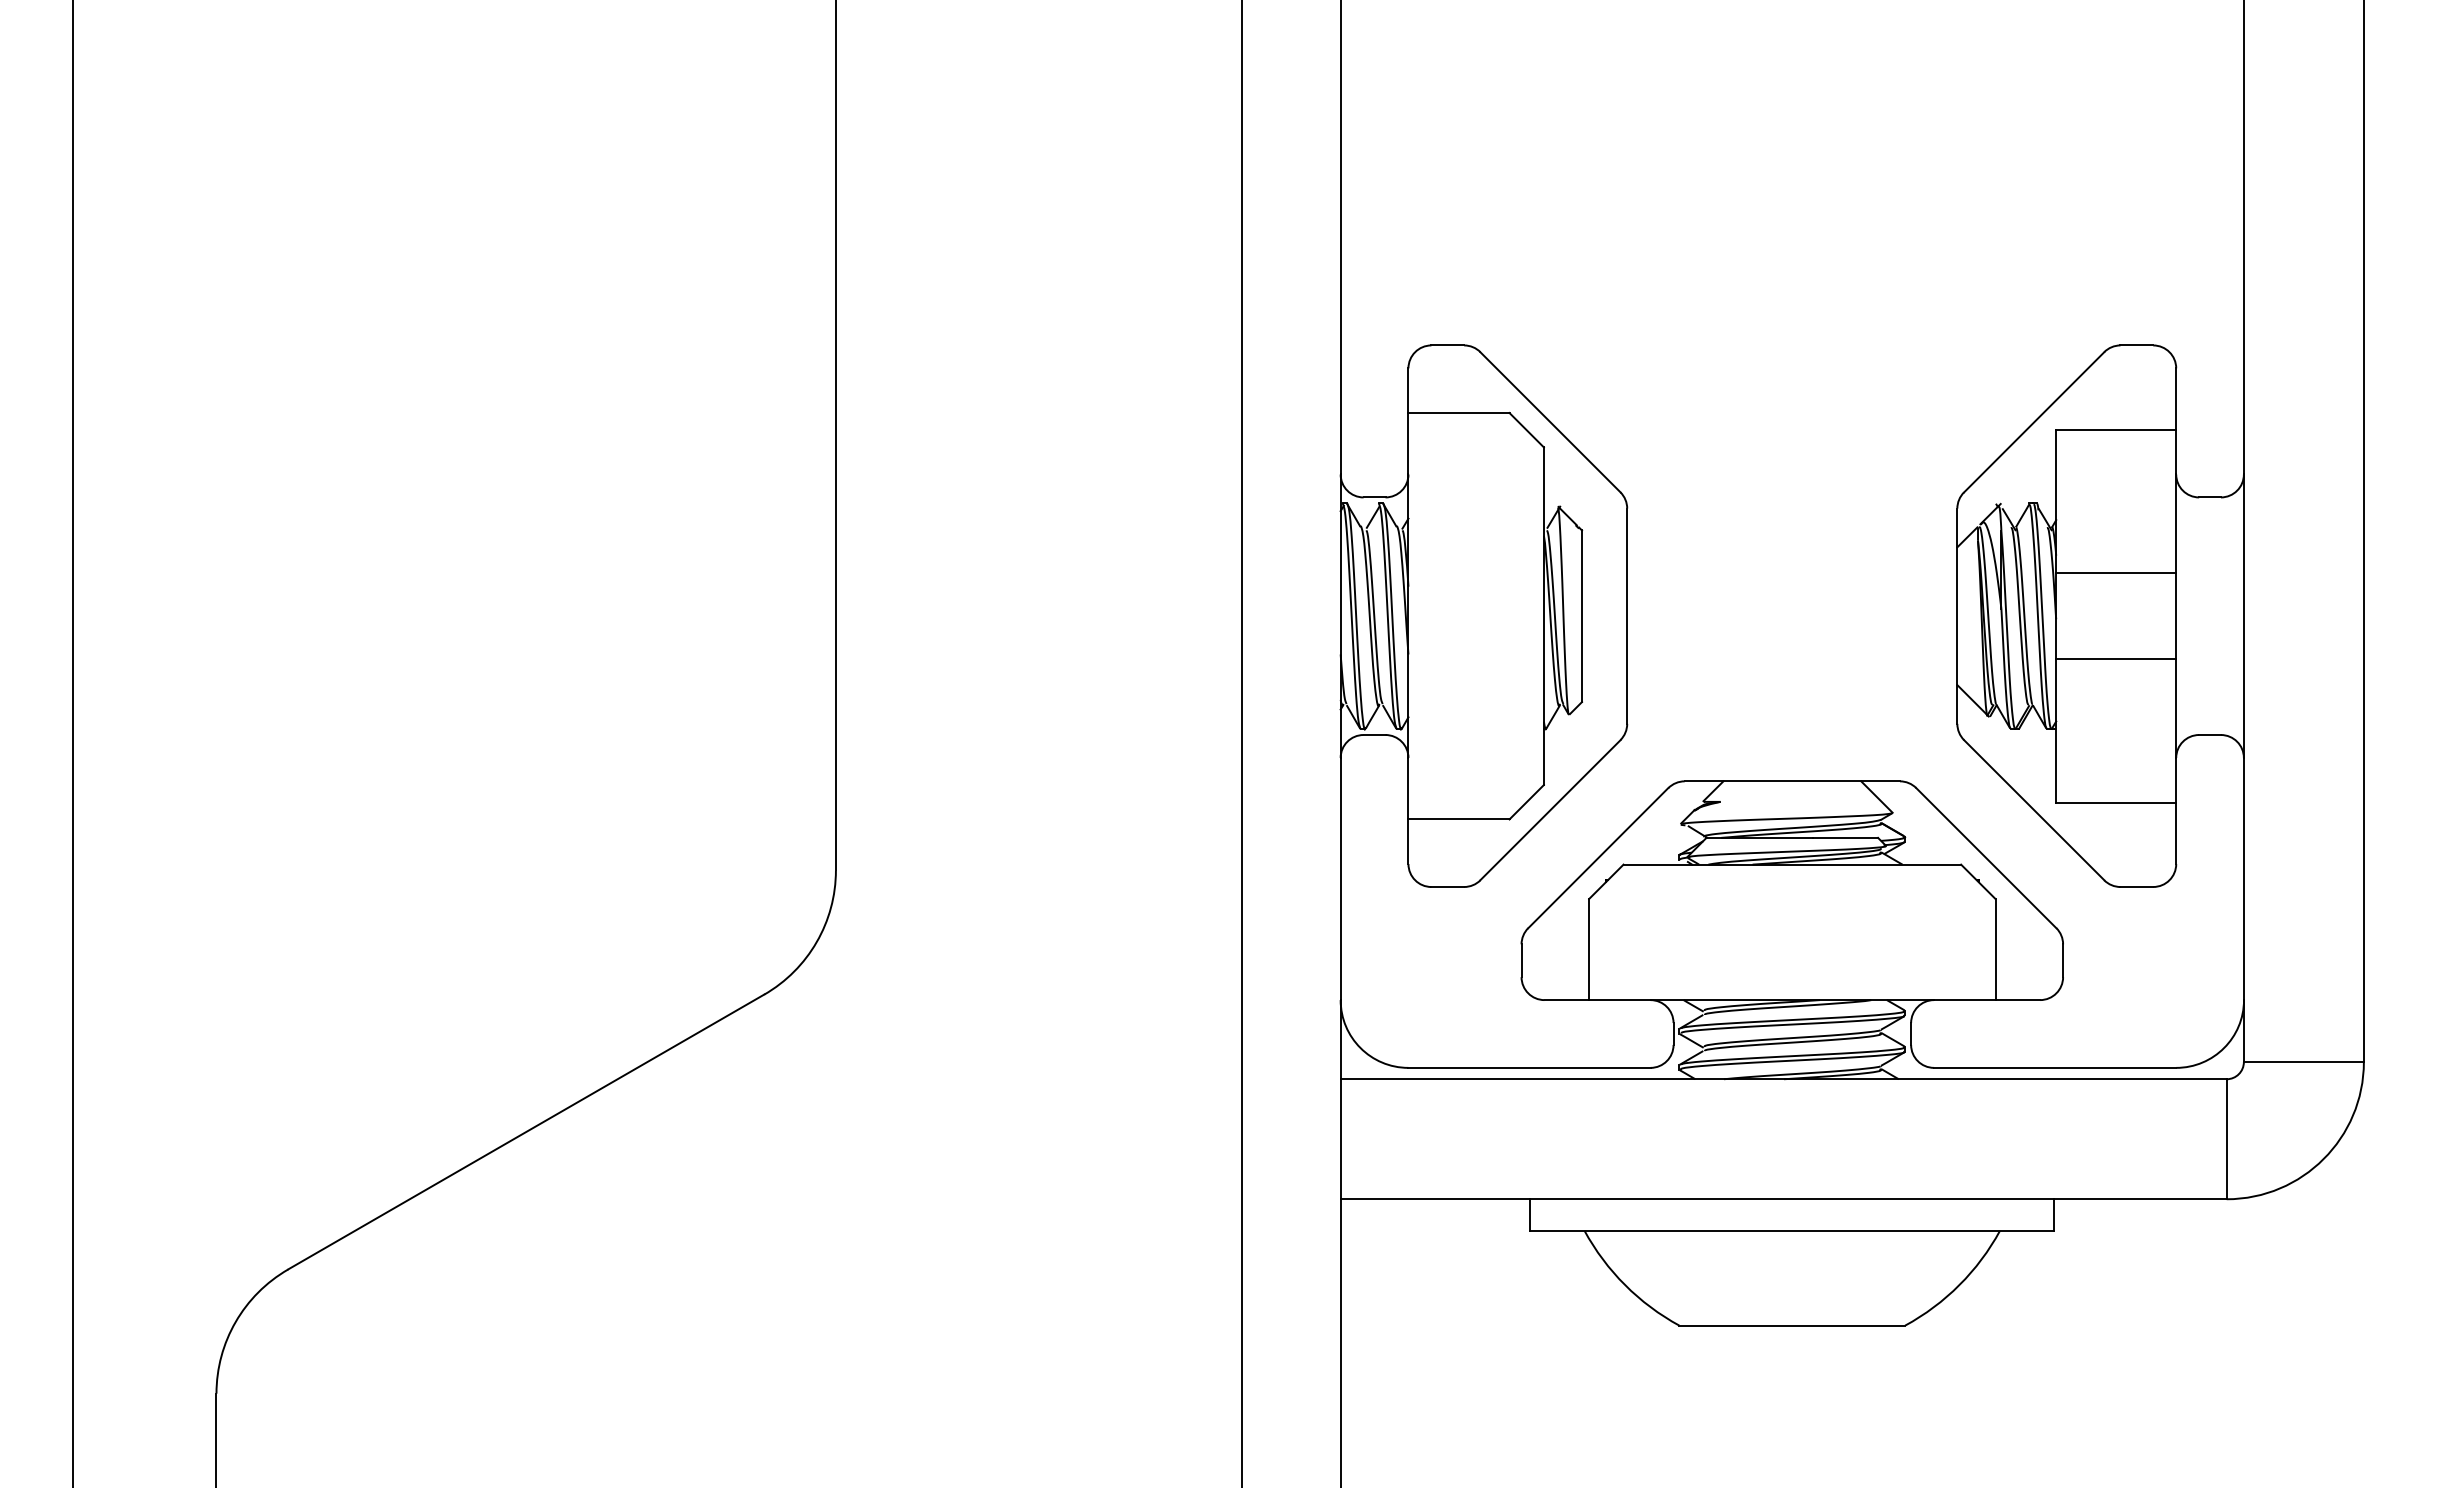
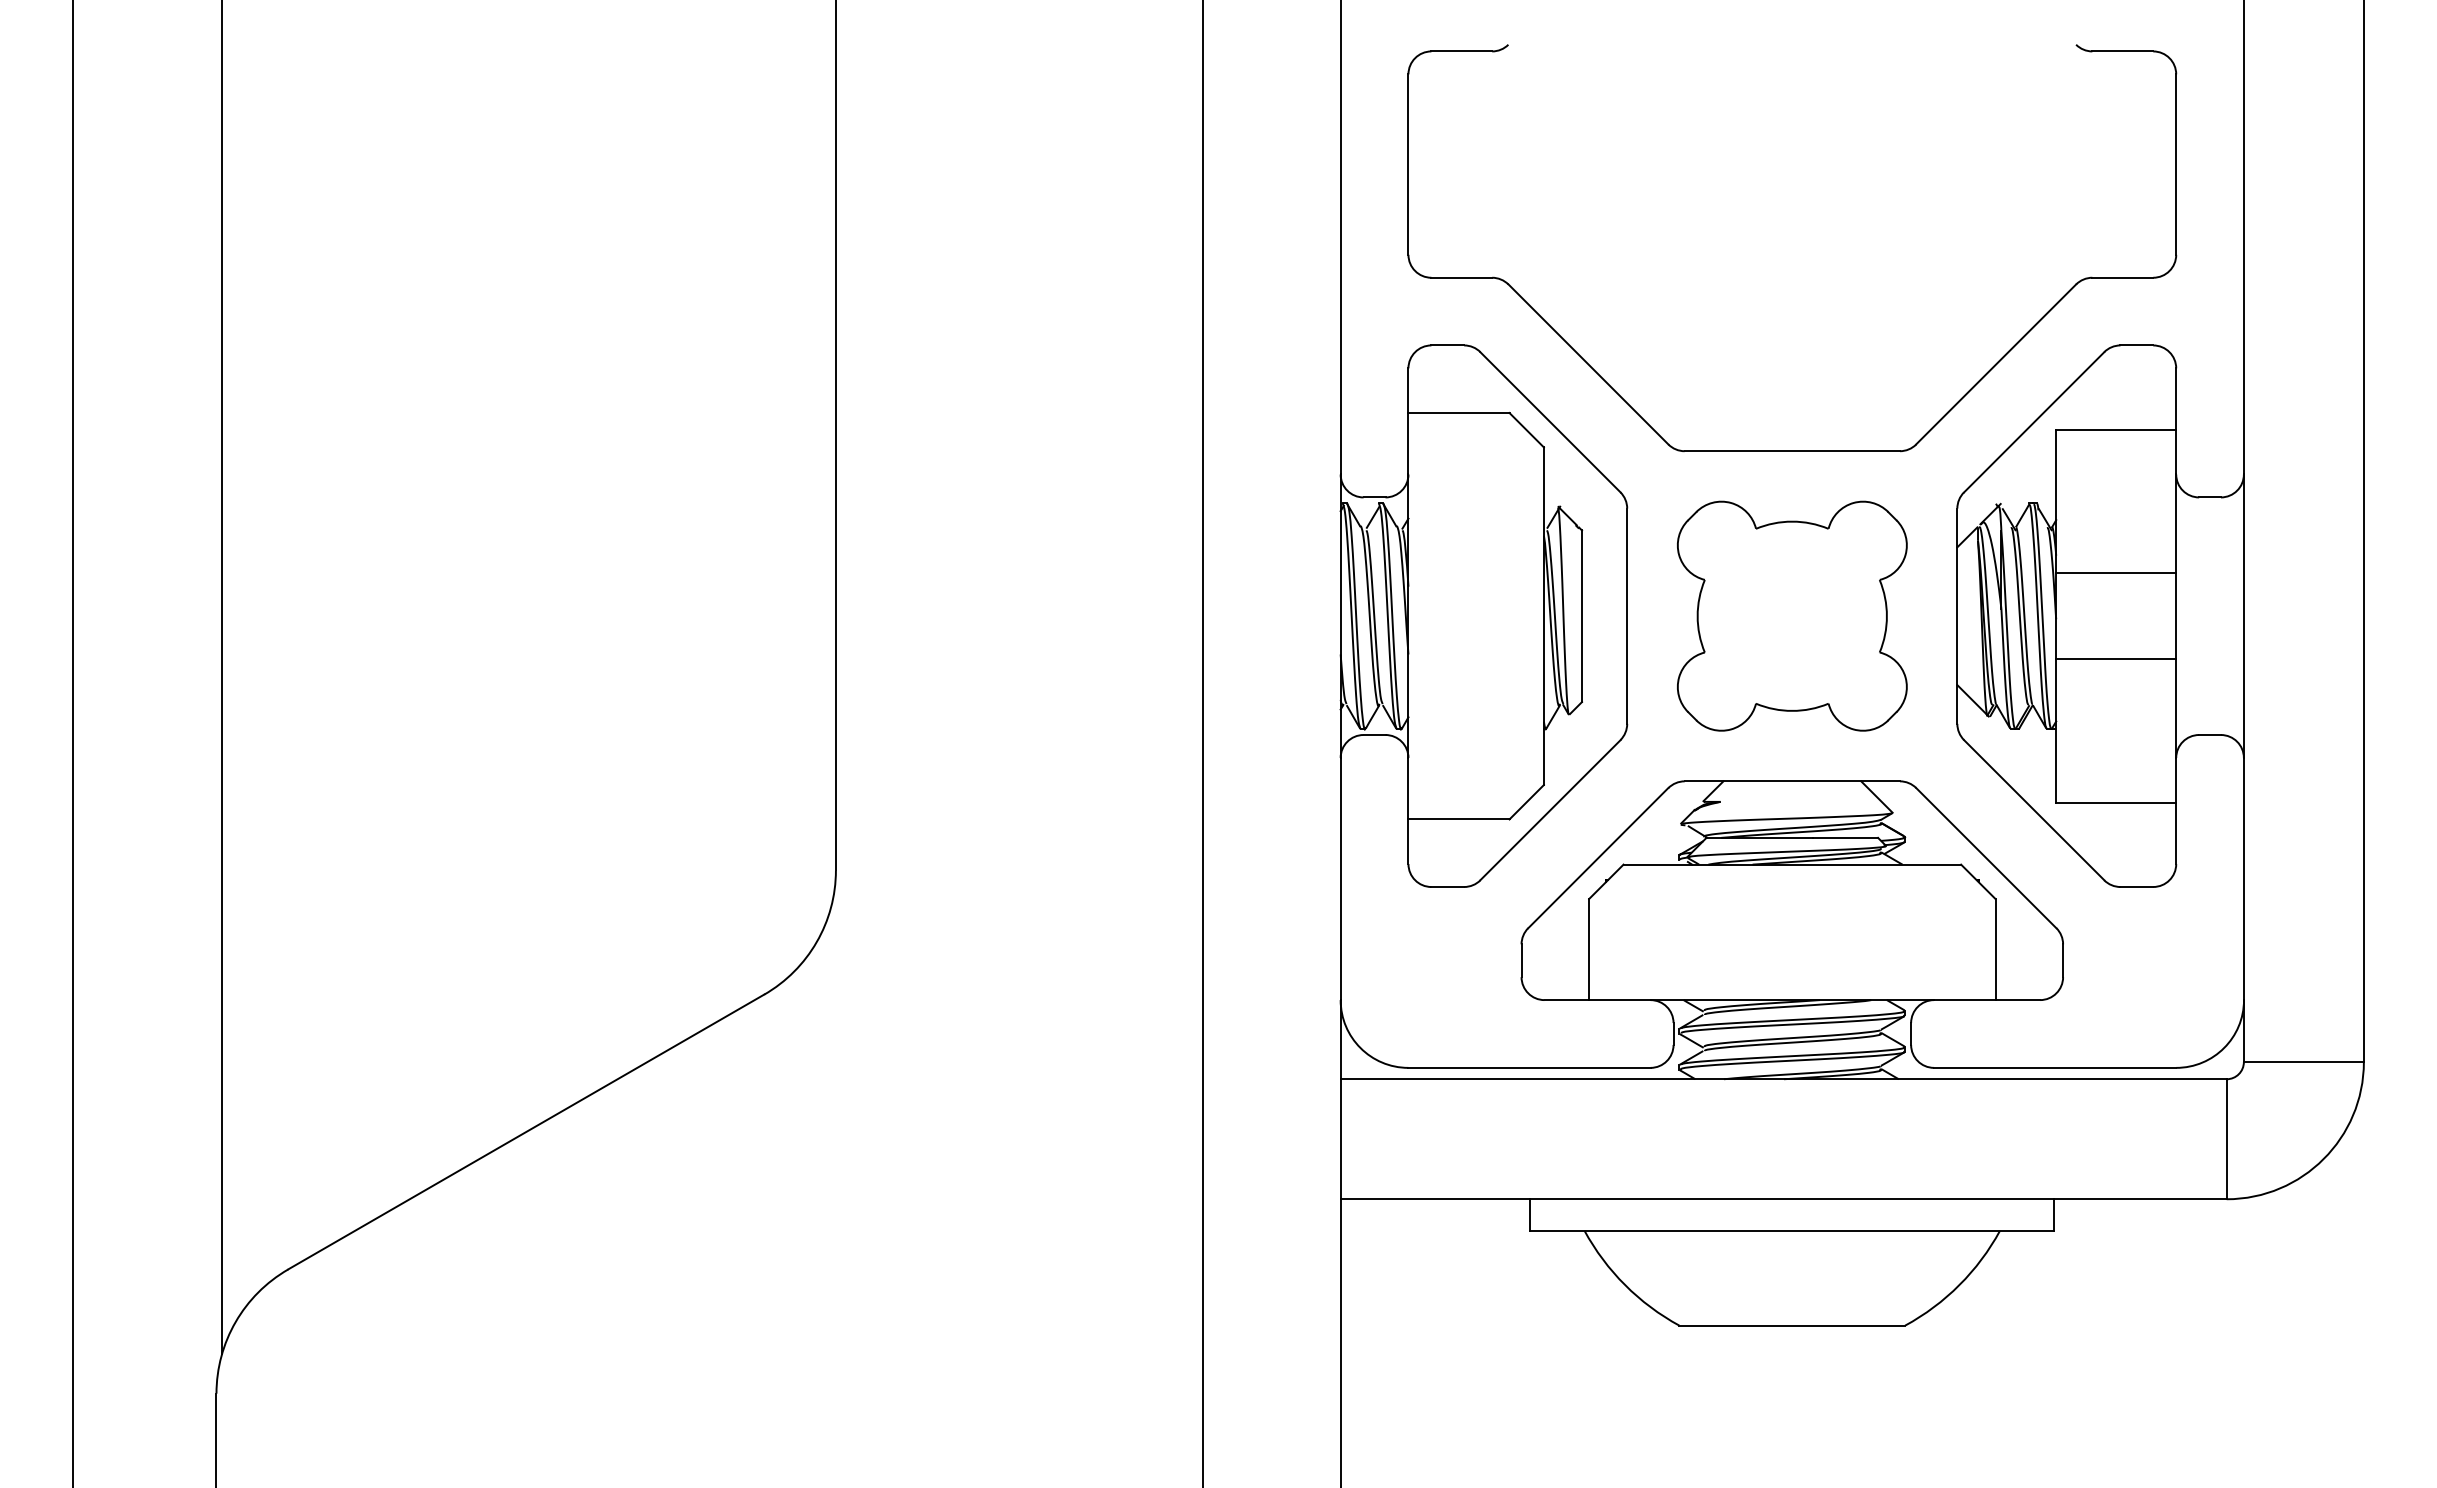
part at (1792, 450): none -> present
part at (1792, 615): none -> present
line at (222, 677): none -> present
line at (1242, 743) position: (1242, 743) -> (1203, 743)
